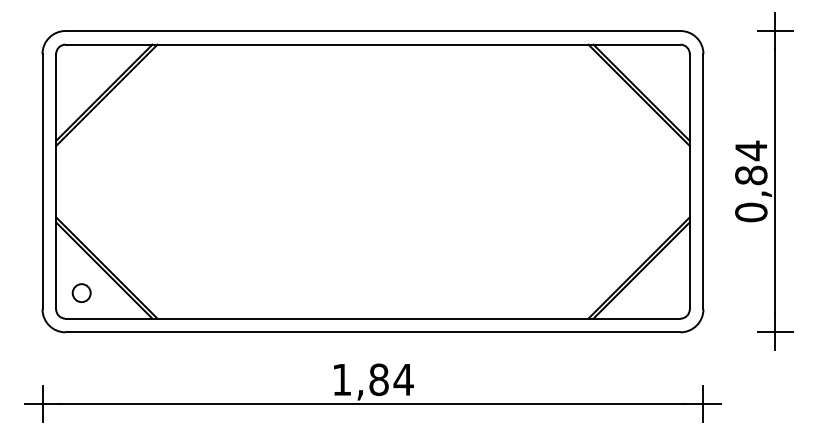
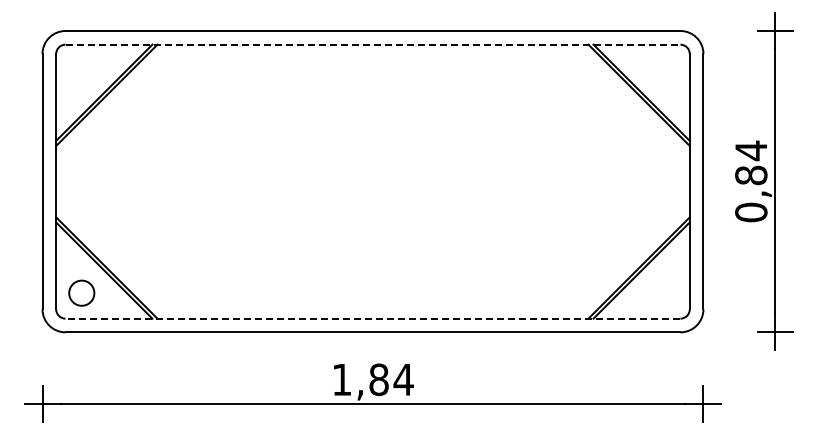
line at (373, 44): solid -> dashed
circle at (81, 292) size: 21x20 px -> 28x28 px
line at (372, 318): solid -> dashed
